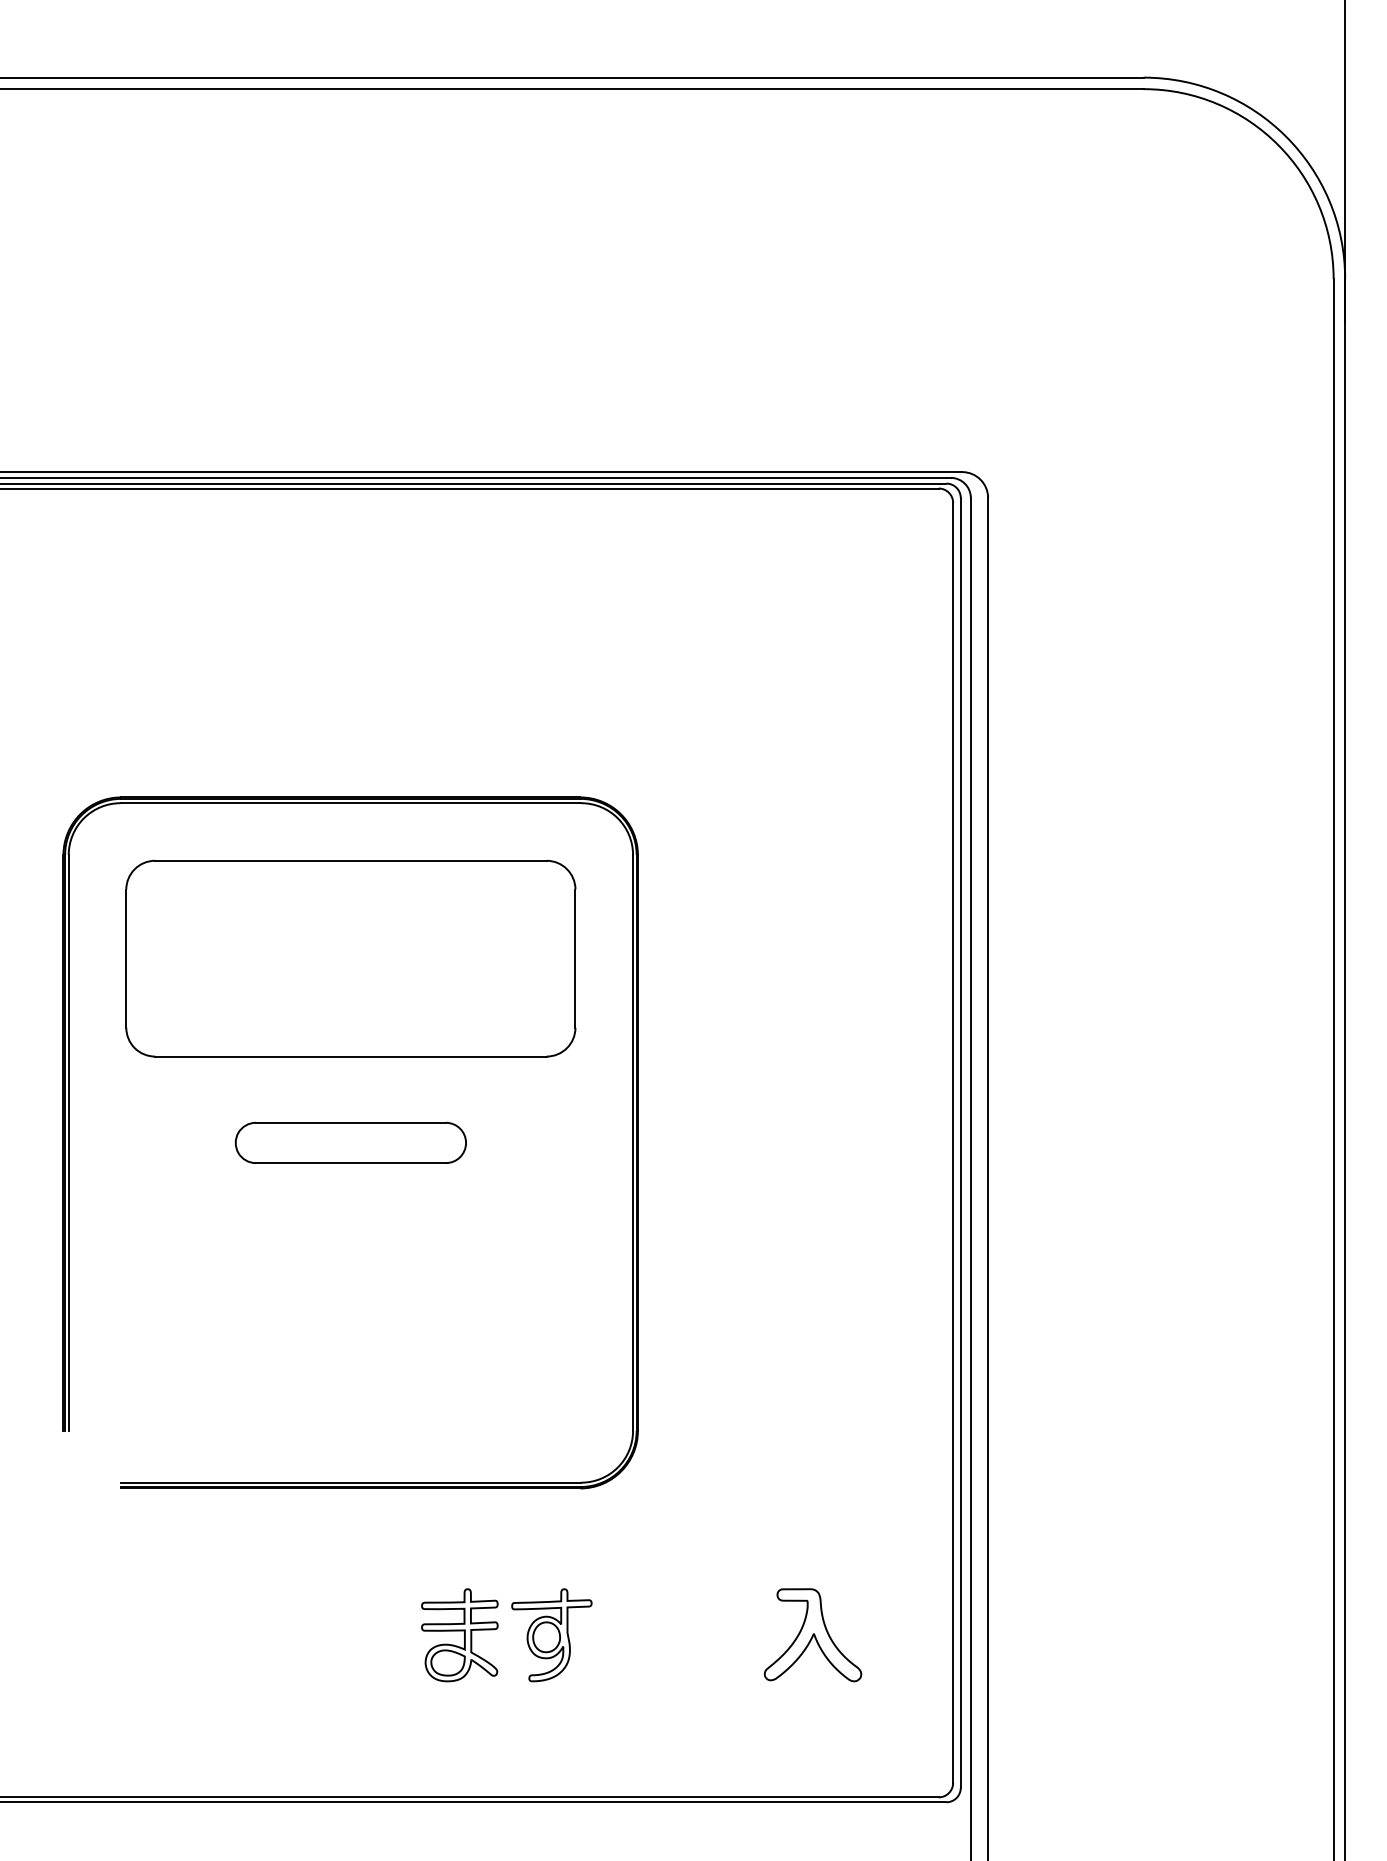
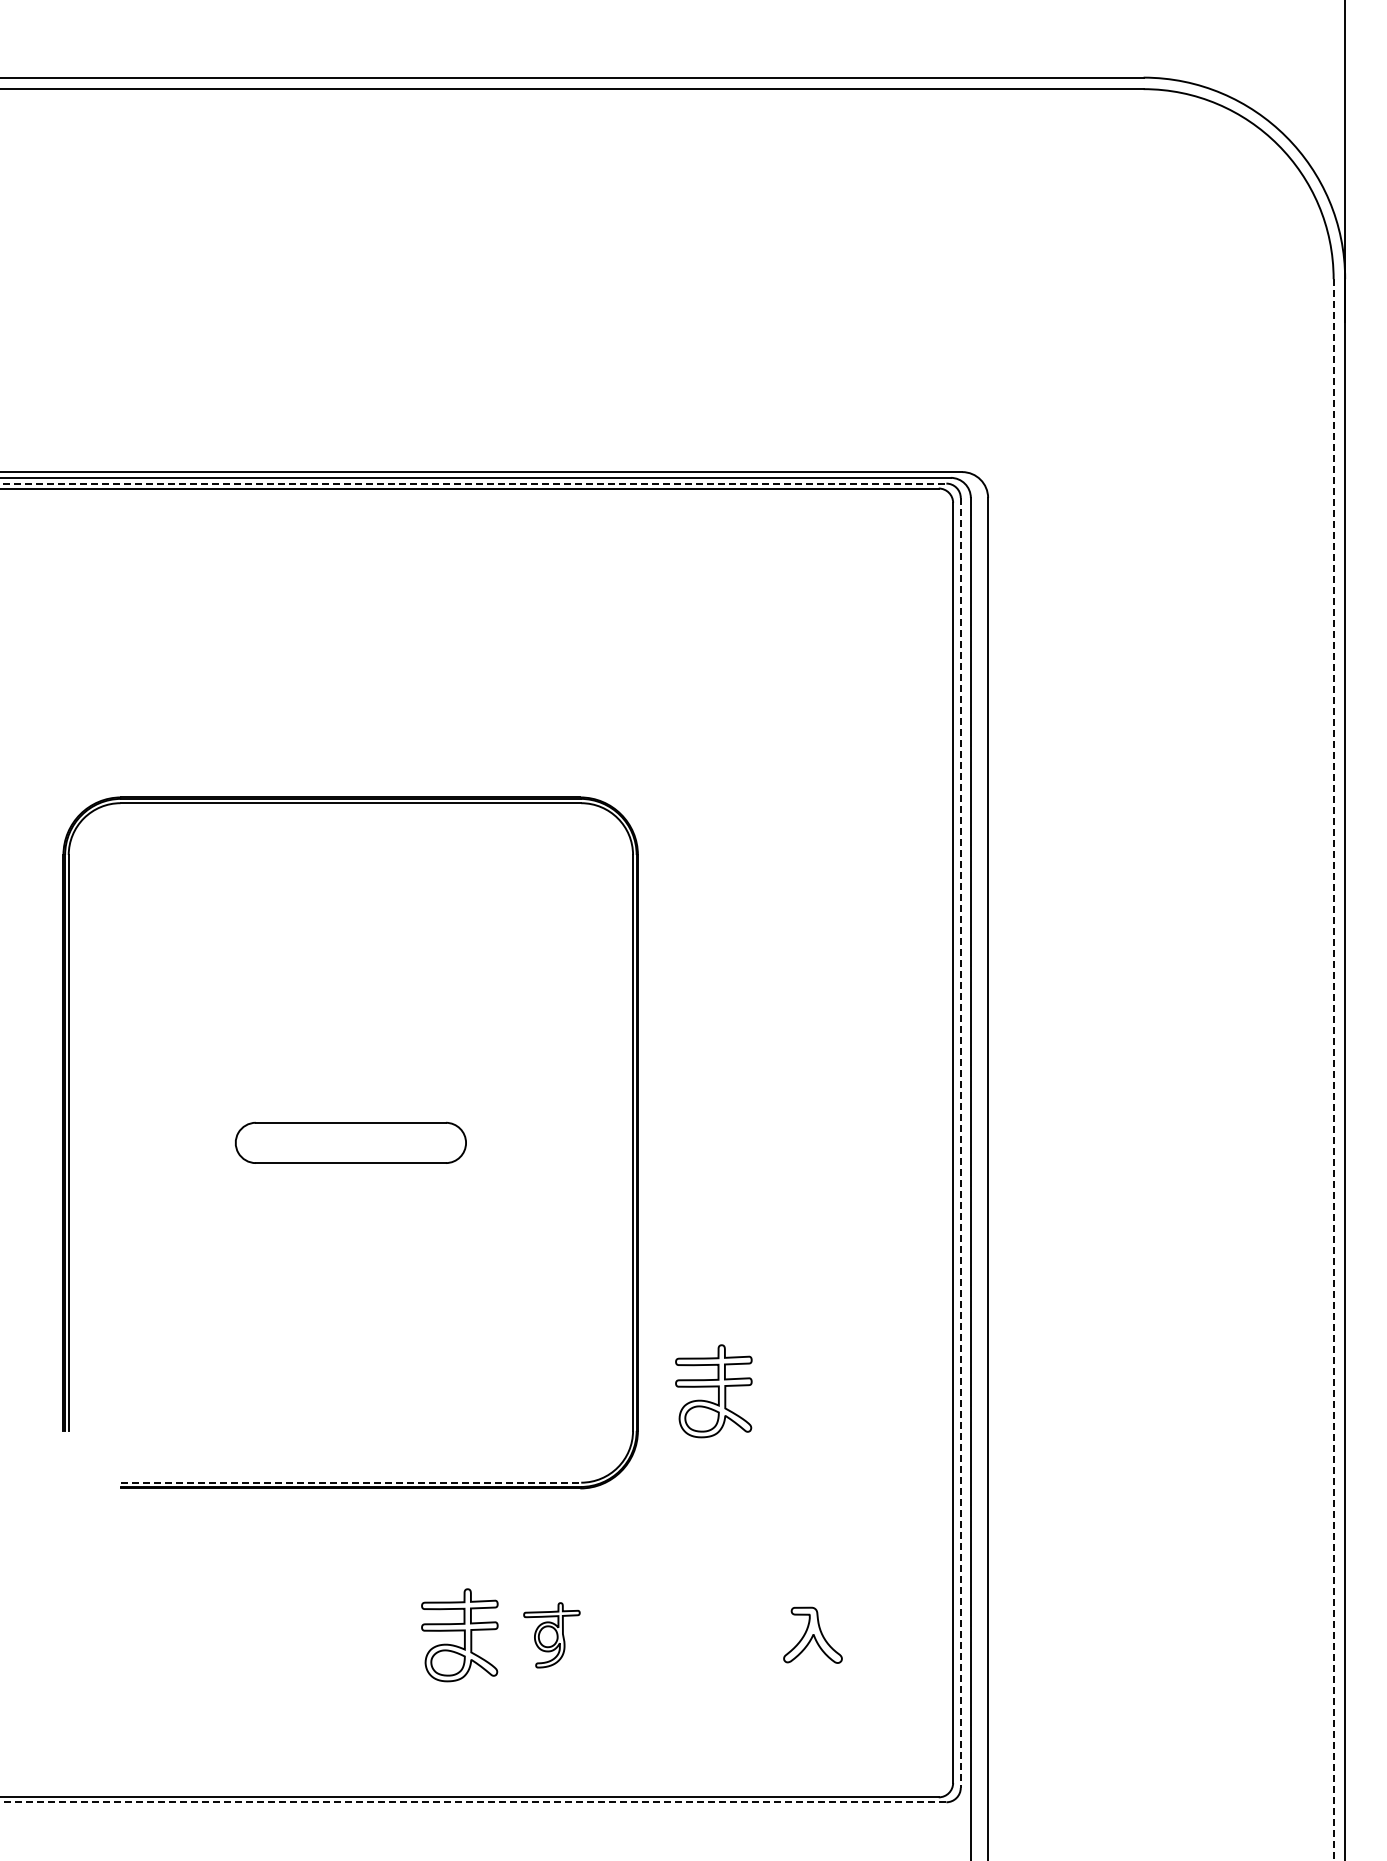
line at (473, 483): solid -> dashed
part at (350, 958): present -> none
line at (1333, 1070): solid -> dashed
line at (960, 1142): solid -> dashed
part at (713, 1391): none -> present
line at (351, 1482): solid -> dashed
part at (551, 1635) size: 82x95 px -> 58x67 px
part at (812, 1635) size: 100x95 px -> 60x58 px
line at (473, 1802): solid -> dashed
